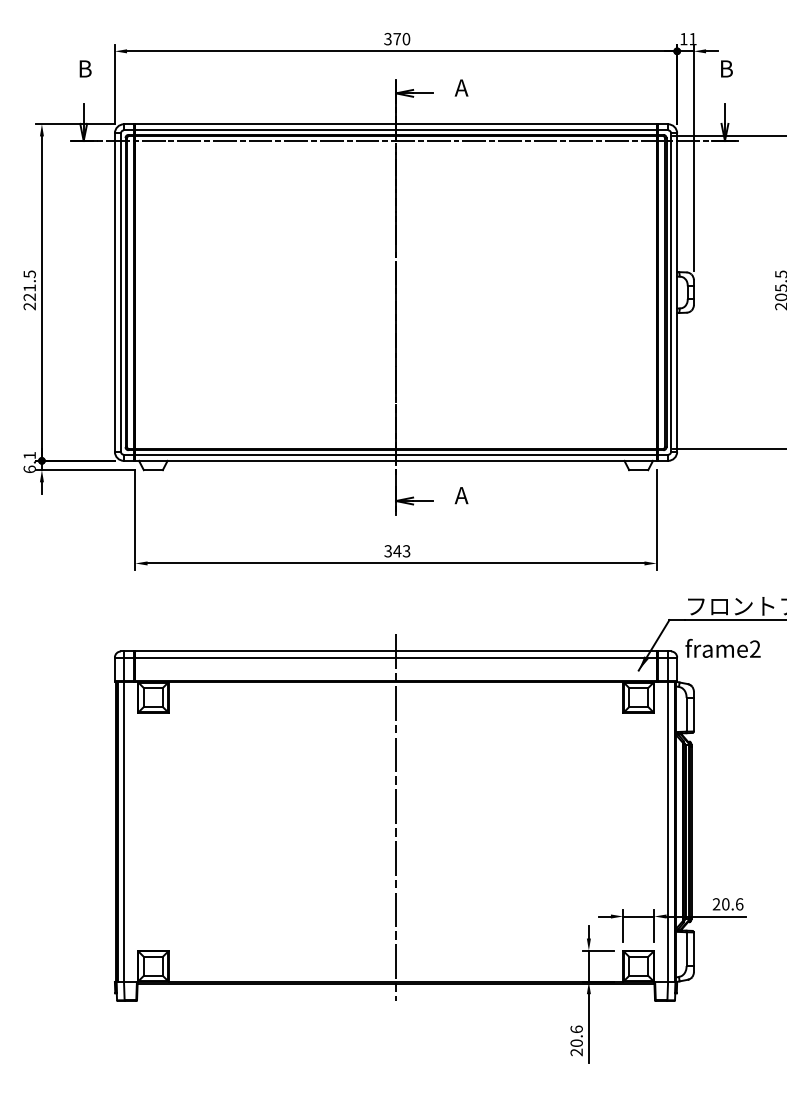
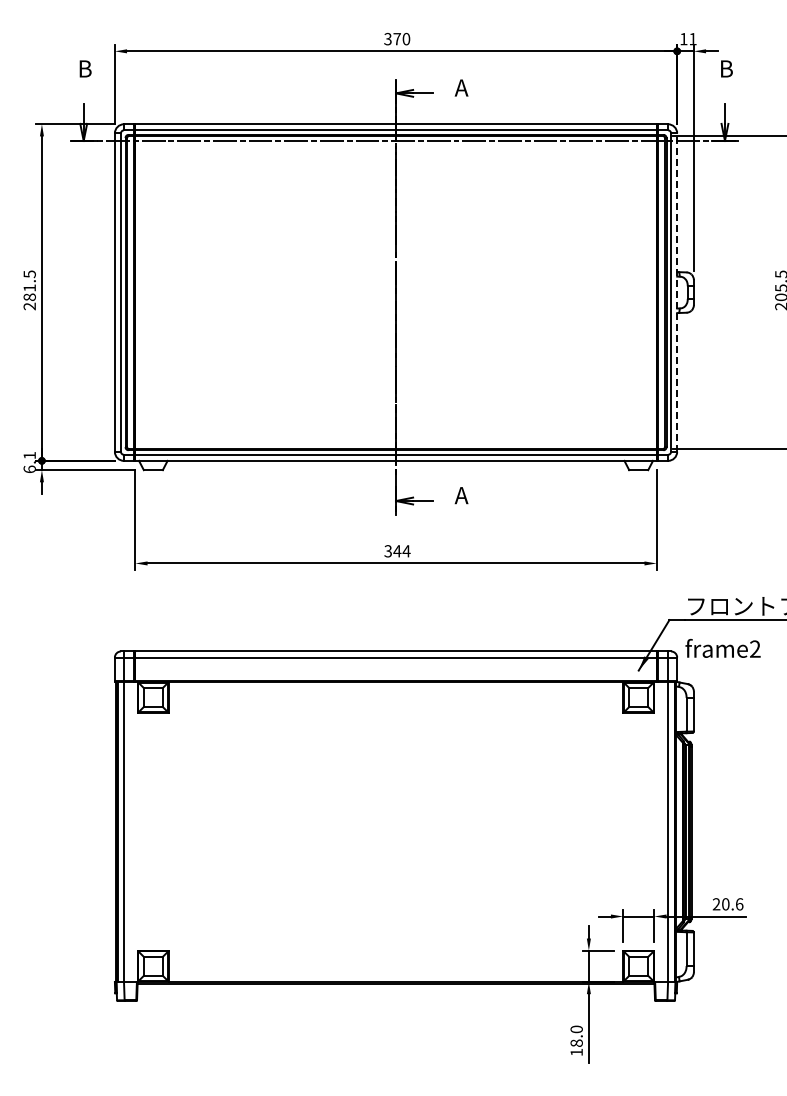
line at (677, 292): solid -> dashed
text at (29, 297): 221.5 -> 281.5
text at (406, 551): 343 -> 344
line at (396, 817): present -> none
text at (576, 1040): 20.6 -> 18.0
